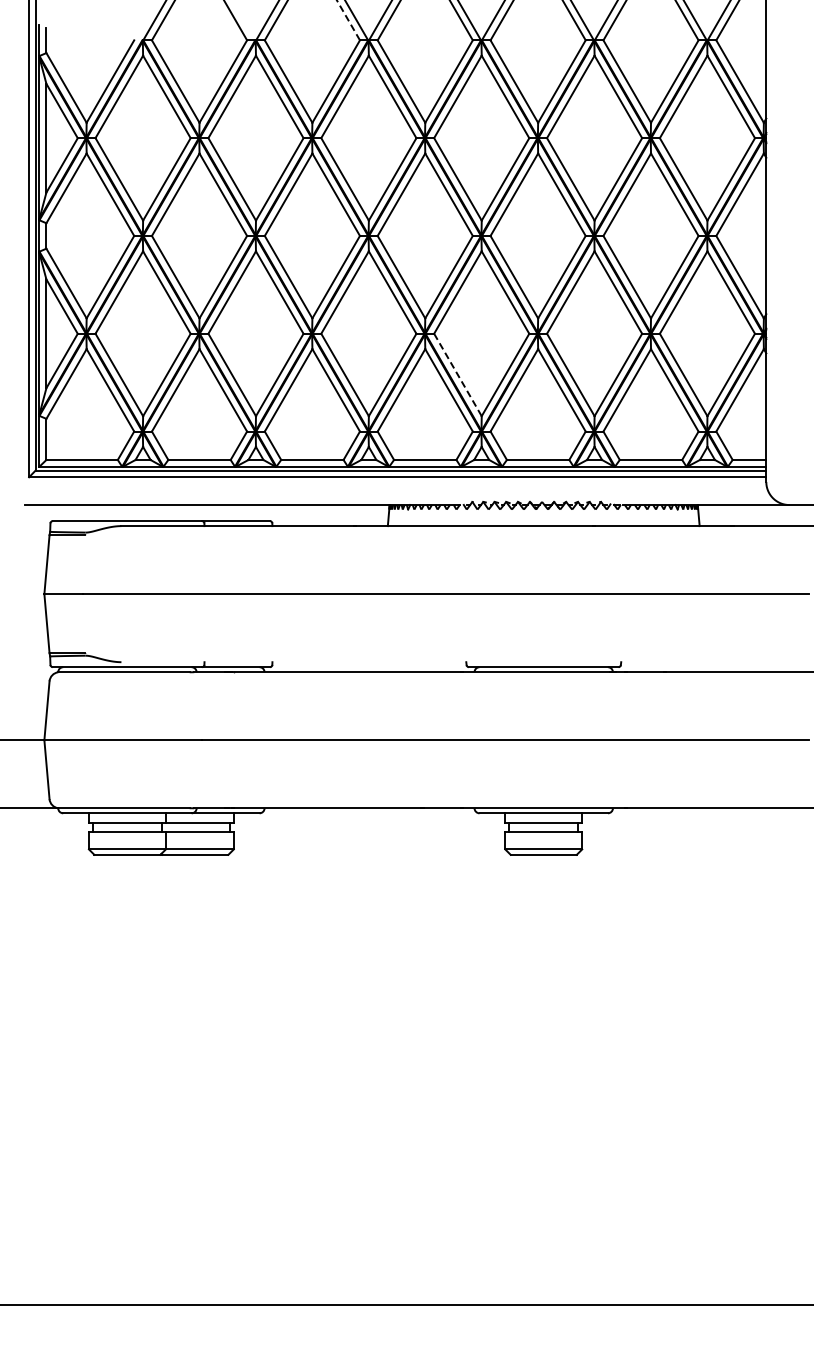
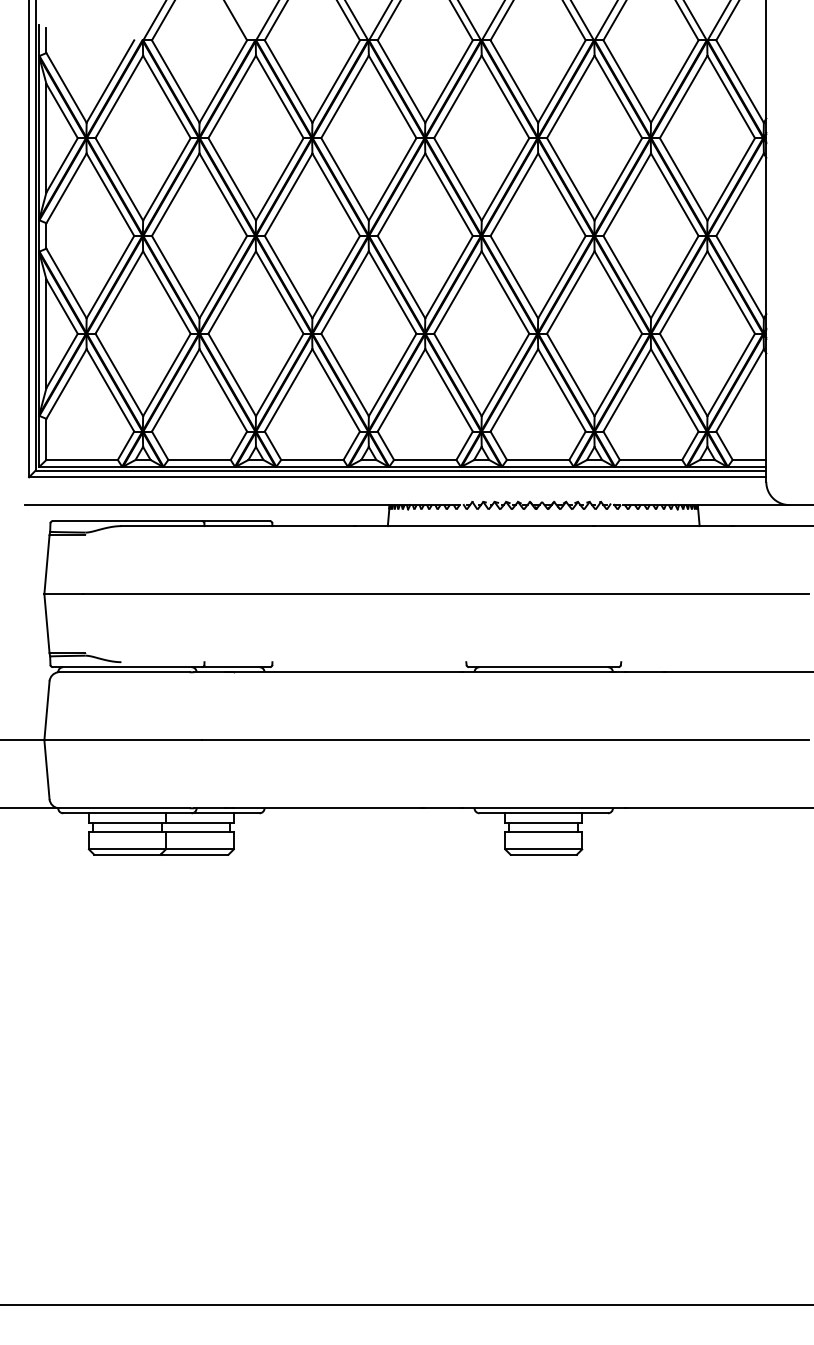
line at (348, 20): dashed -> solid
line at (457, 375): dashed -> solid
